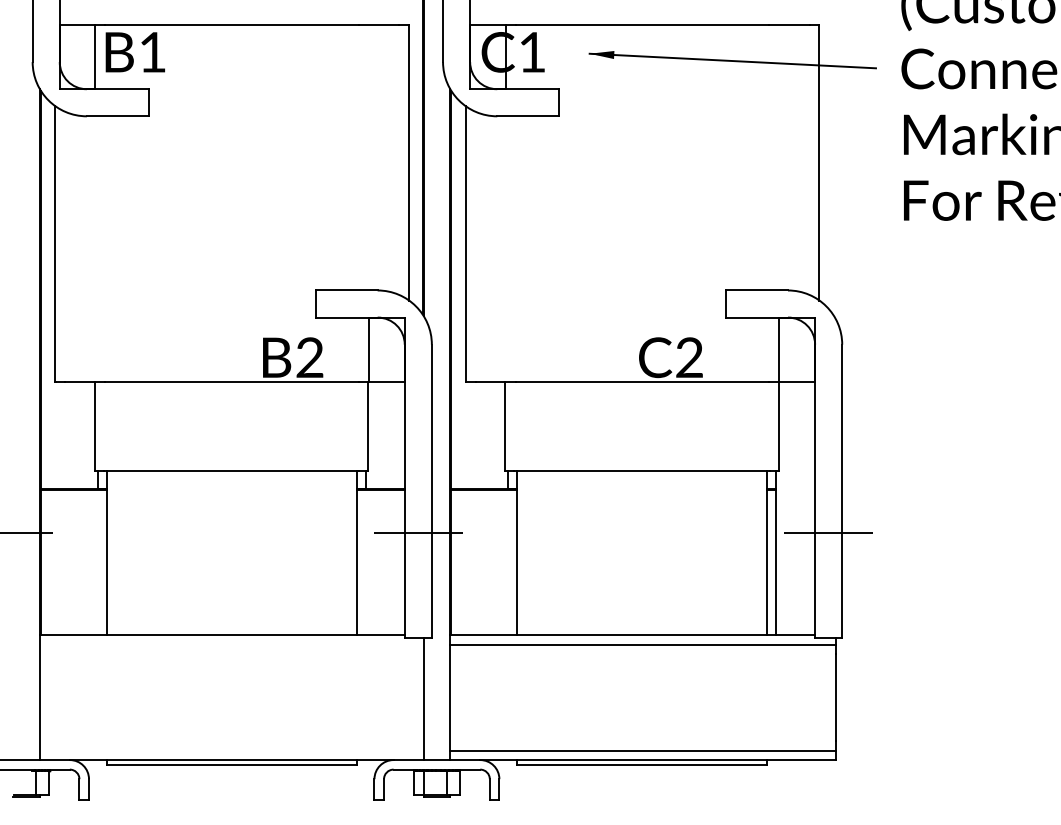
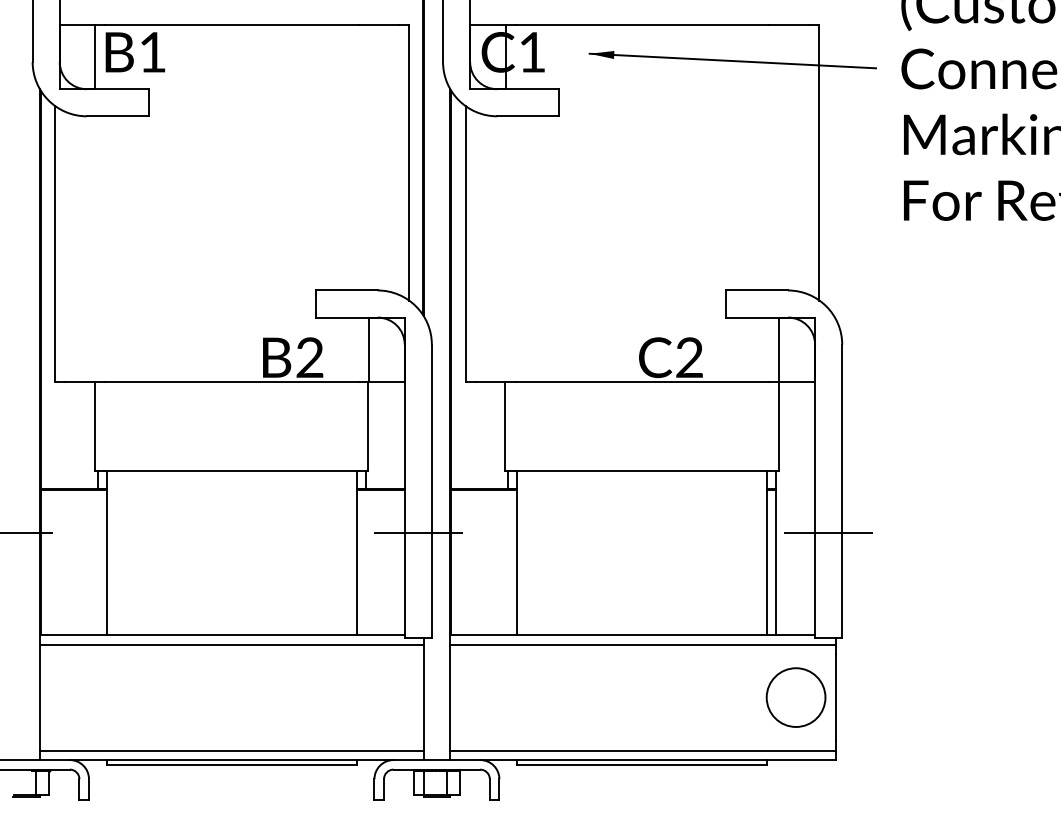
line at (231, 644): none -> present
circle at (795, 697): none -> present
line at (231, 750): none -> present
